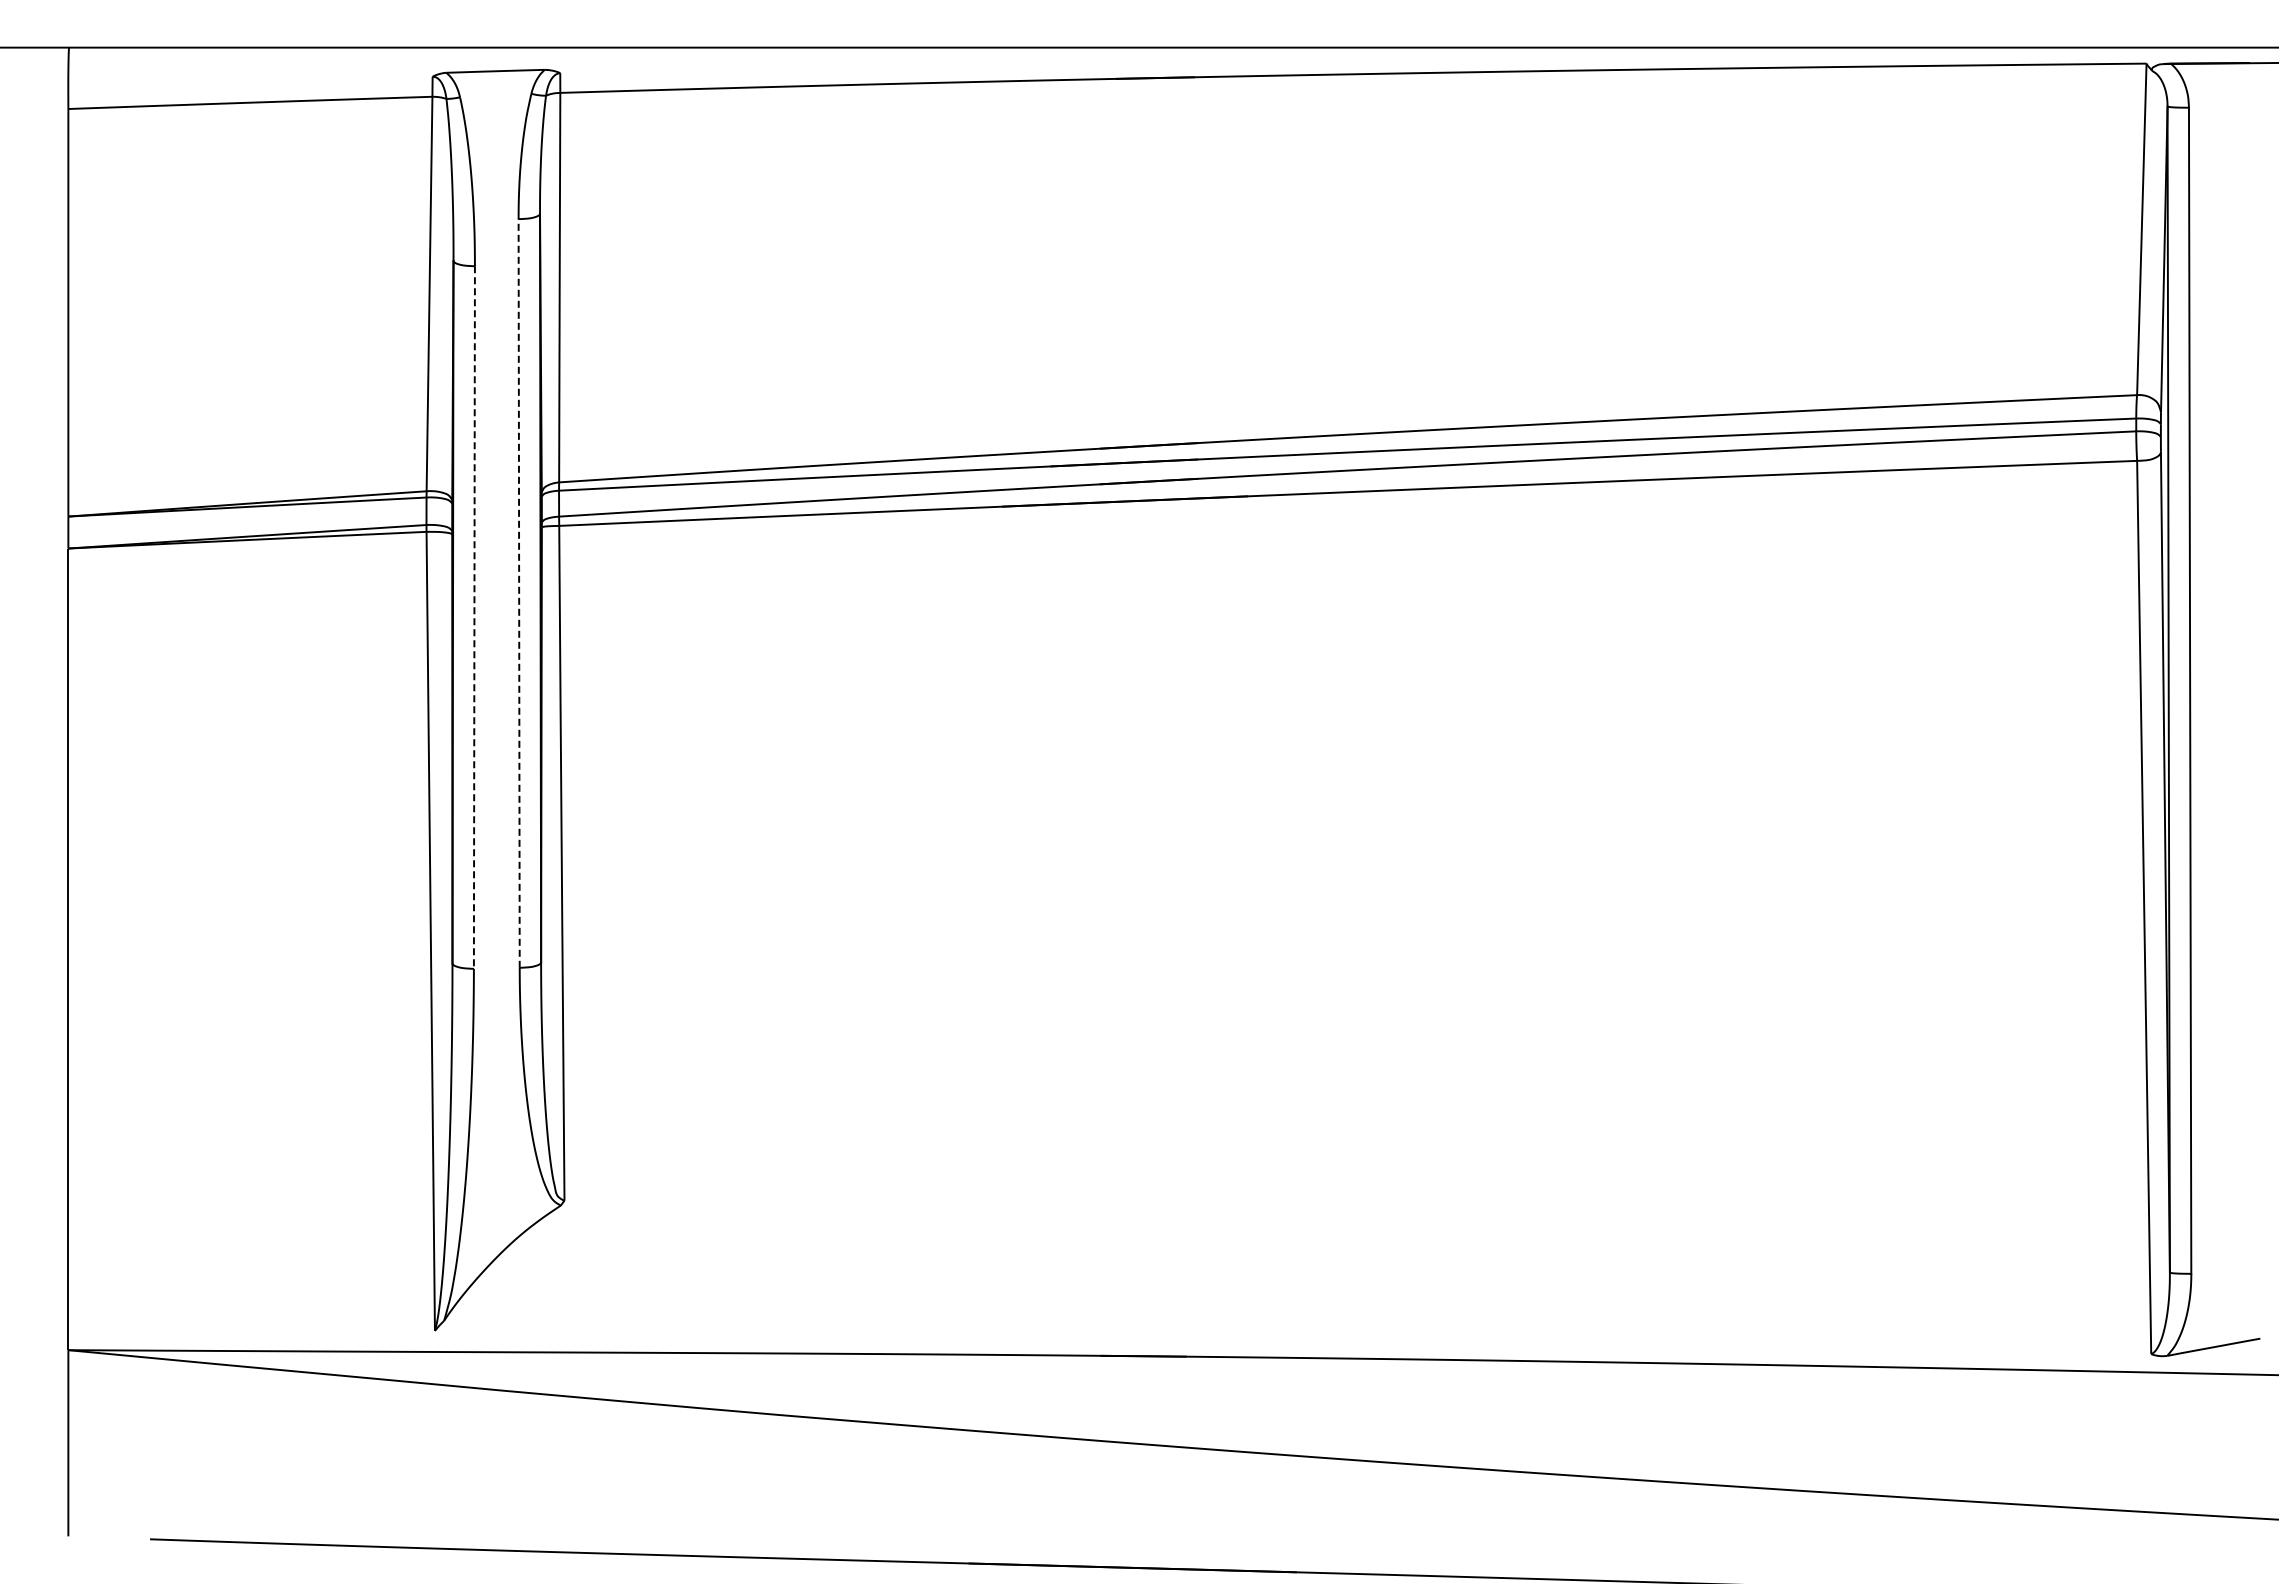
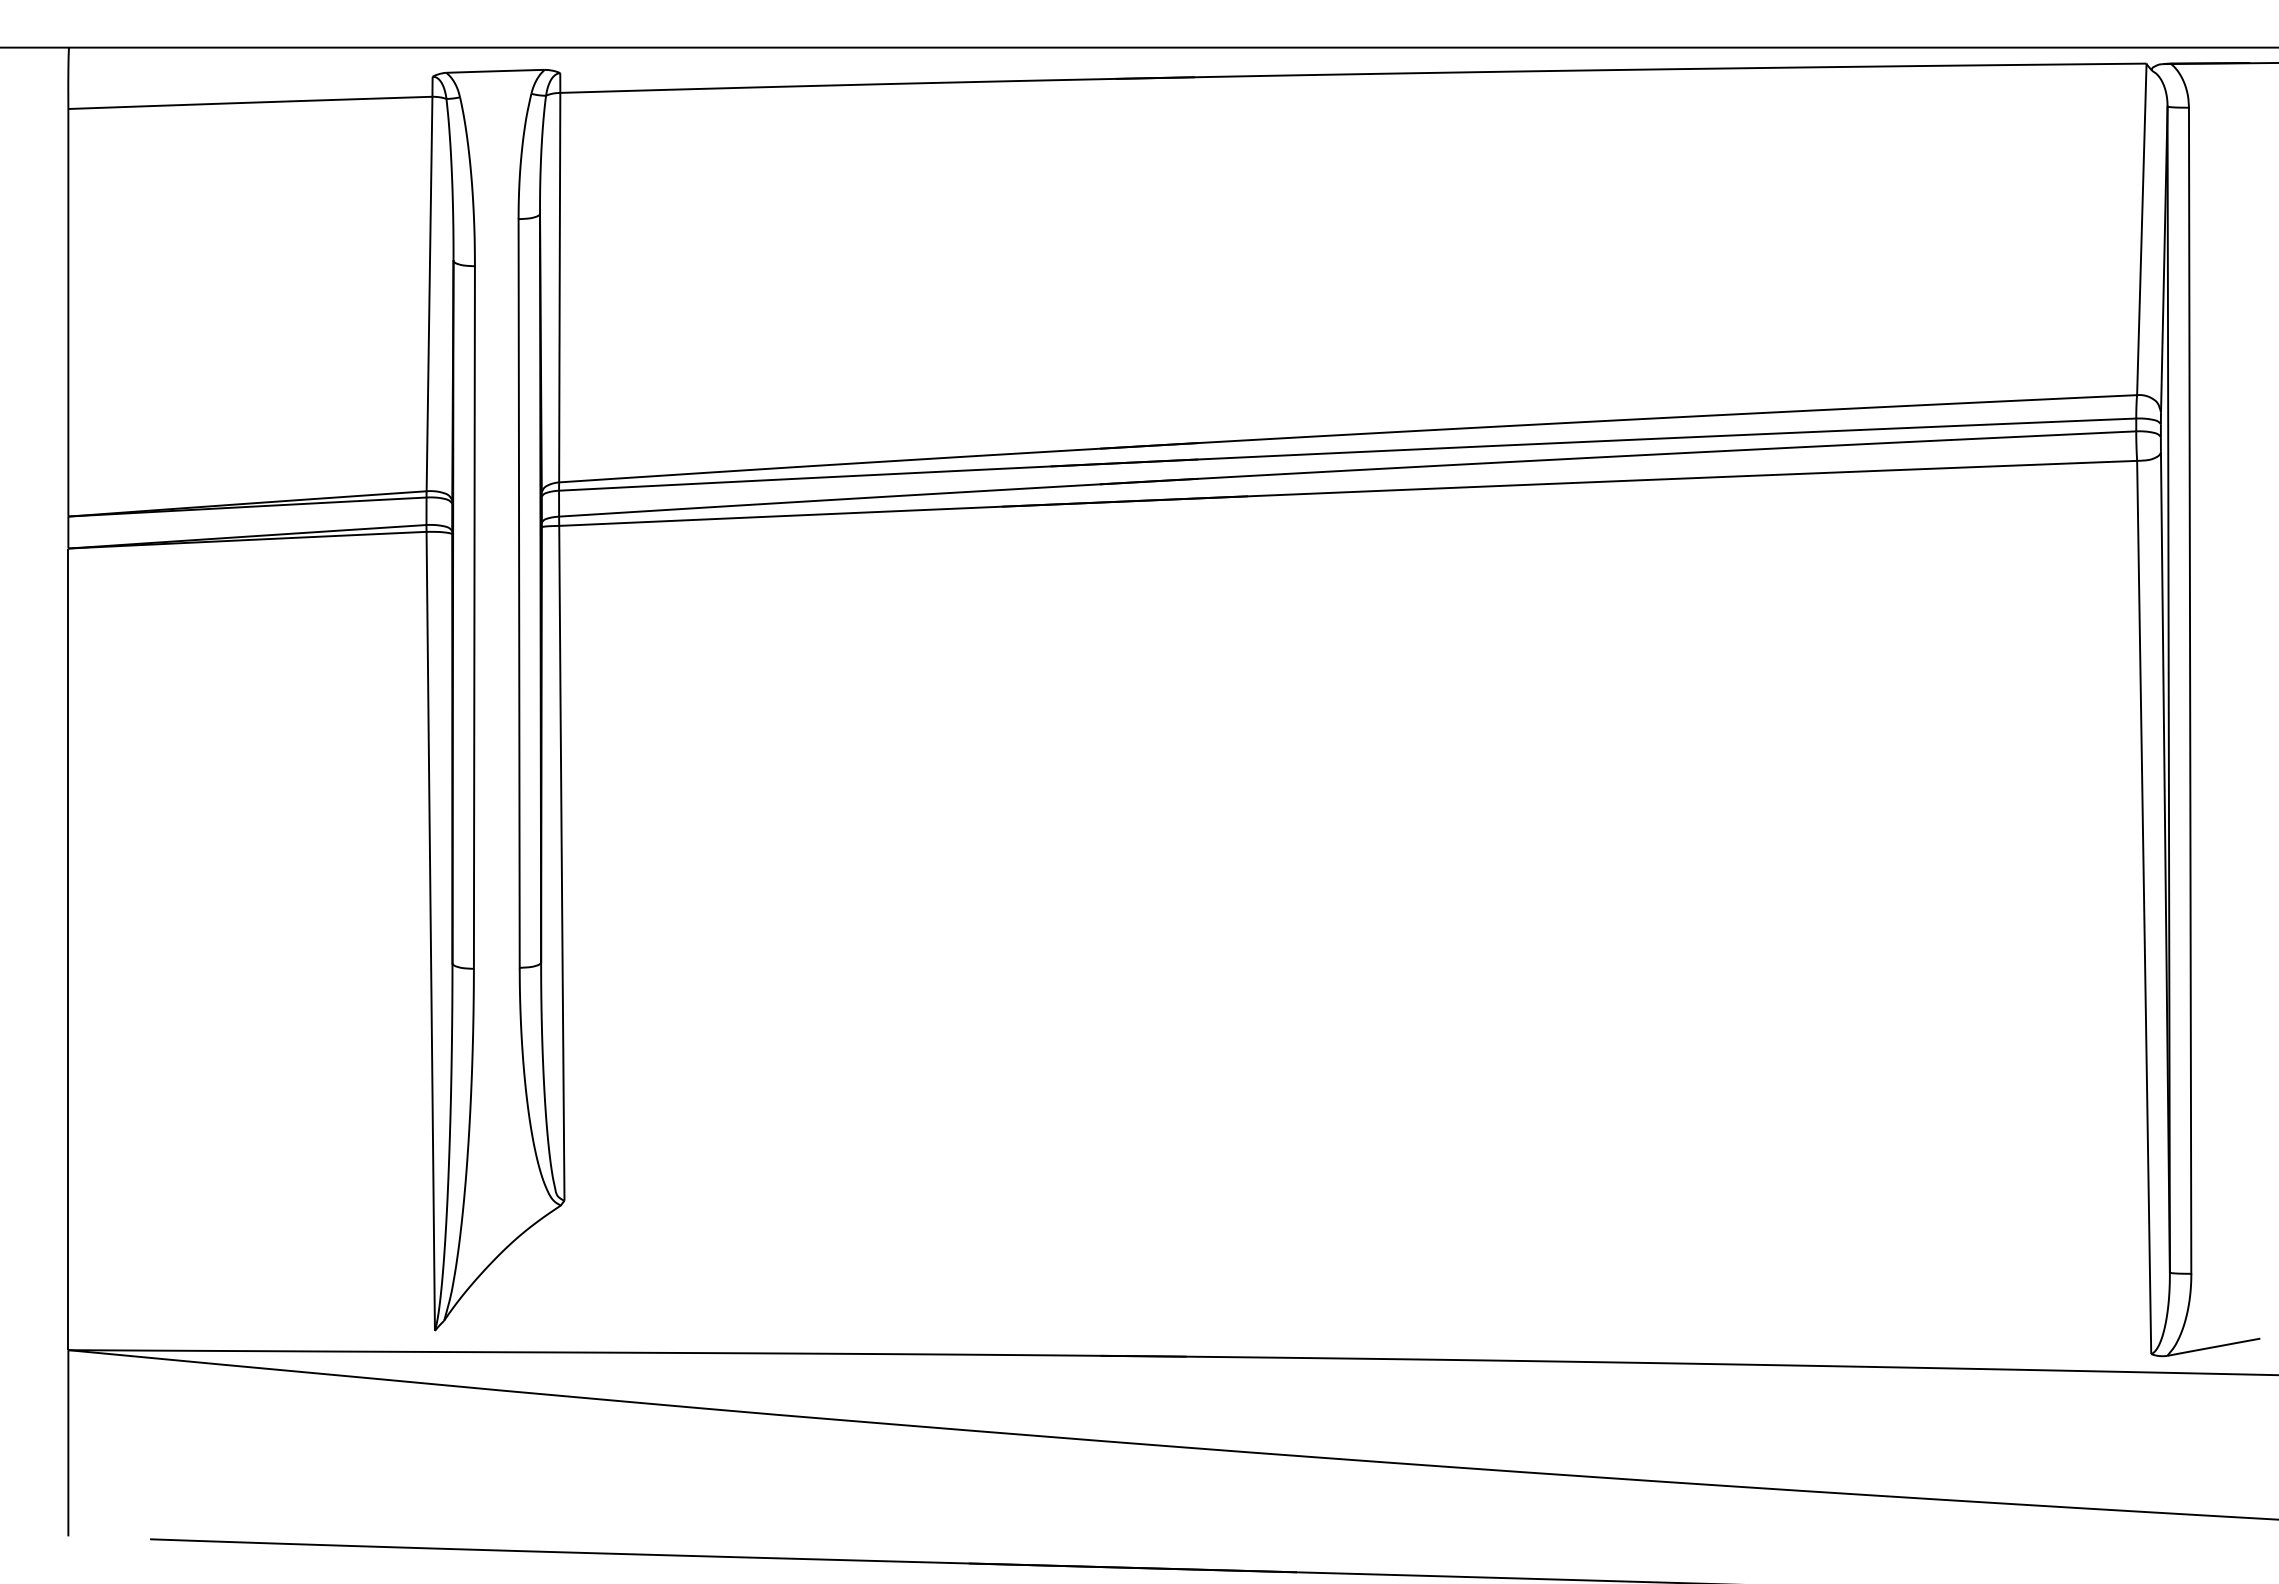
line at (519, 592): dashed -> solid
line at (474, 618): dashed -> solid
